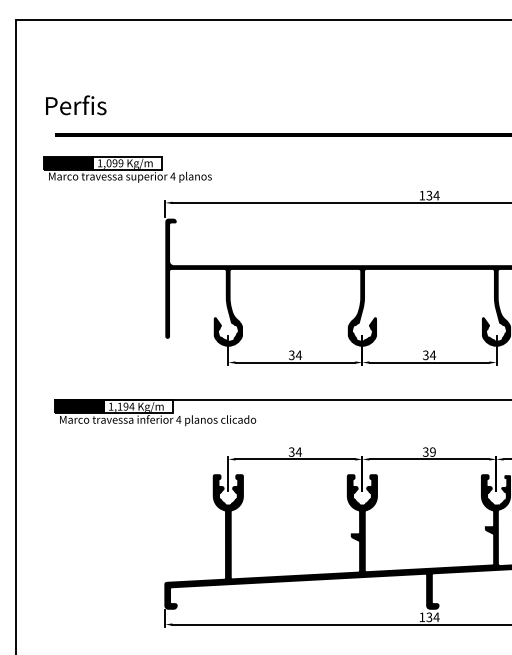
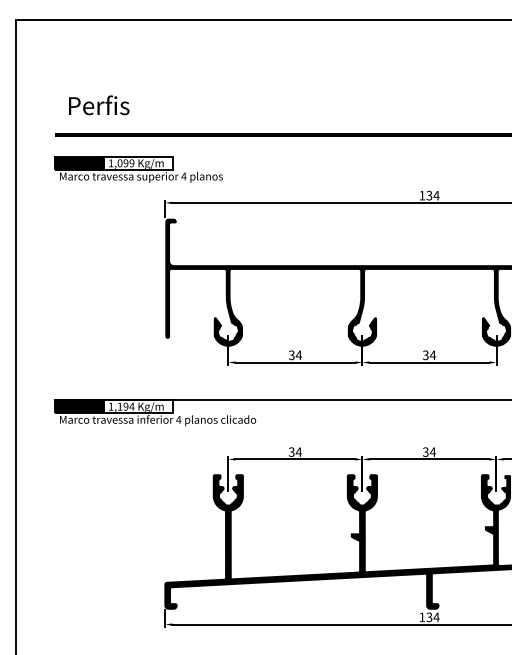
text at (76, 105) position: (76, 105) -> (99, 105)
part at (127, 169) position: (127, 169) -> (138, 169)
text at (432, 451): 39 -> 34
